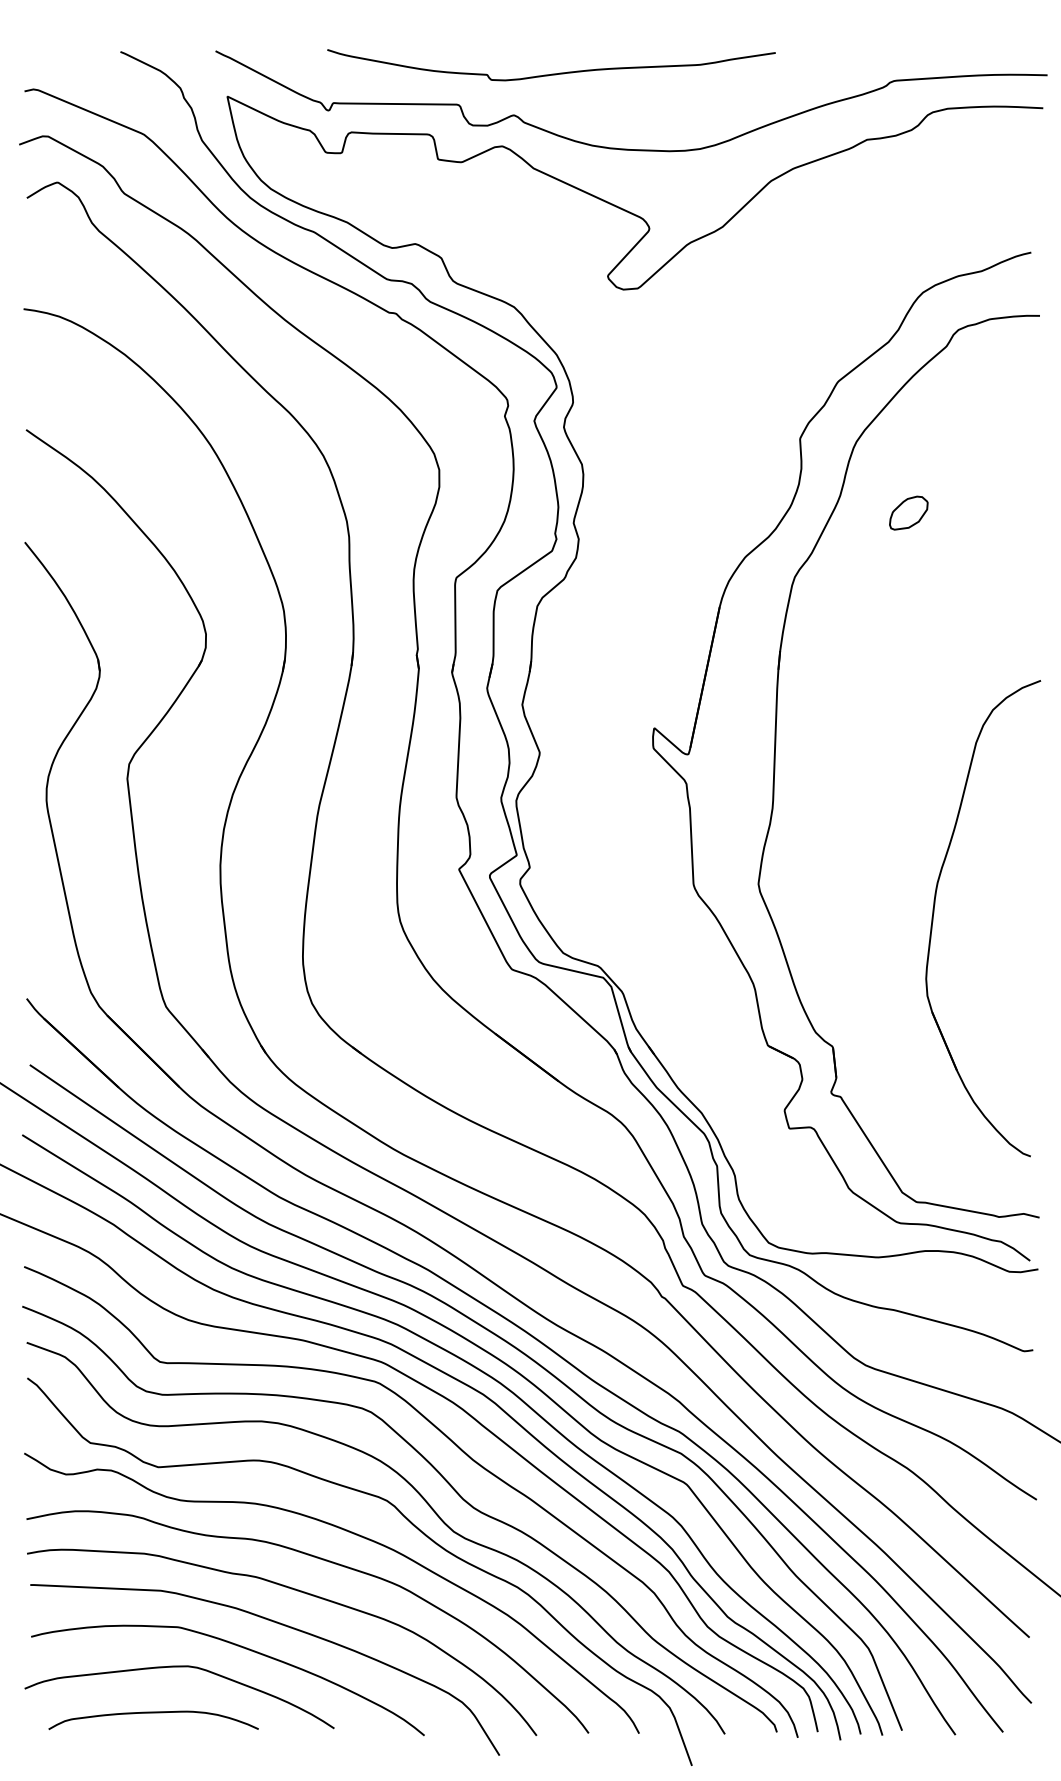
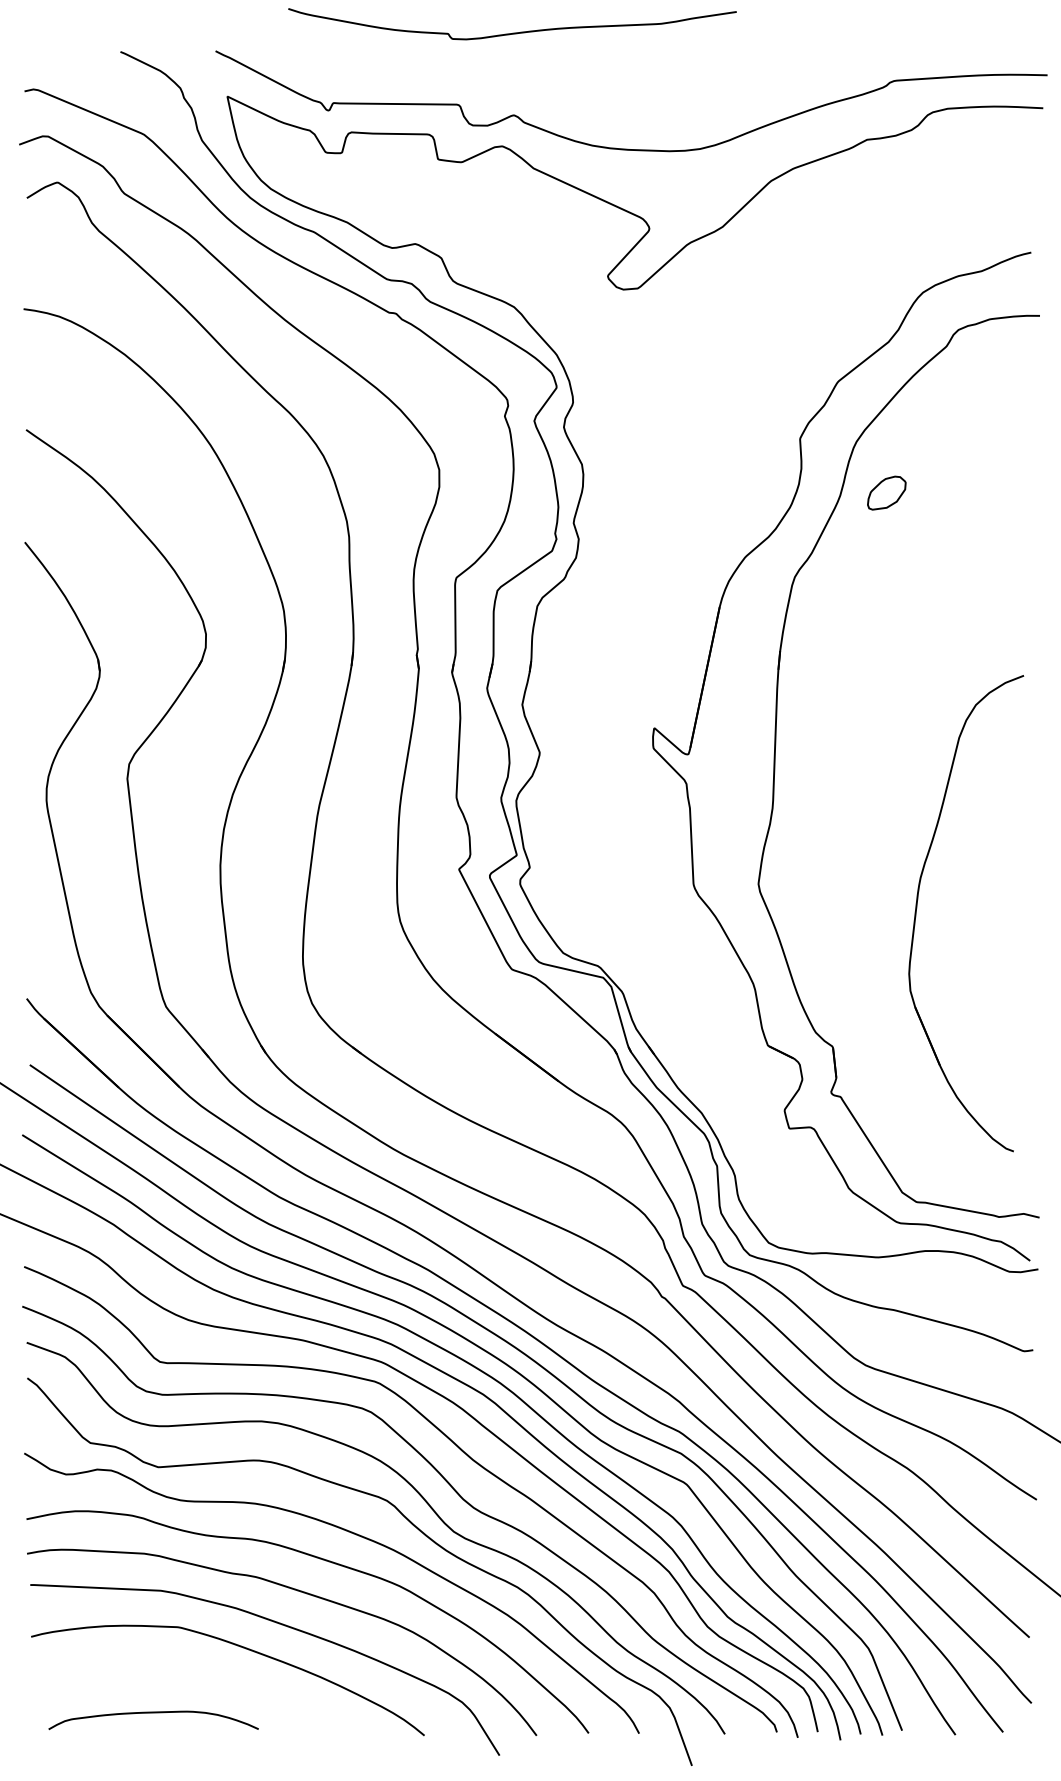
curve at (551, 73) position: (551, 73) -> (512, 32)
part at (908, 512) position: (908, 512) -> (886, 492)
part at (934, 913) position: (934, 913) -> (917, 908)
curve at (179, 1667): present -> none
